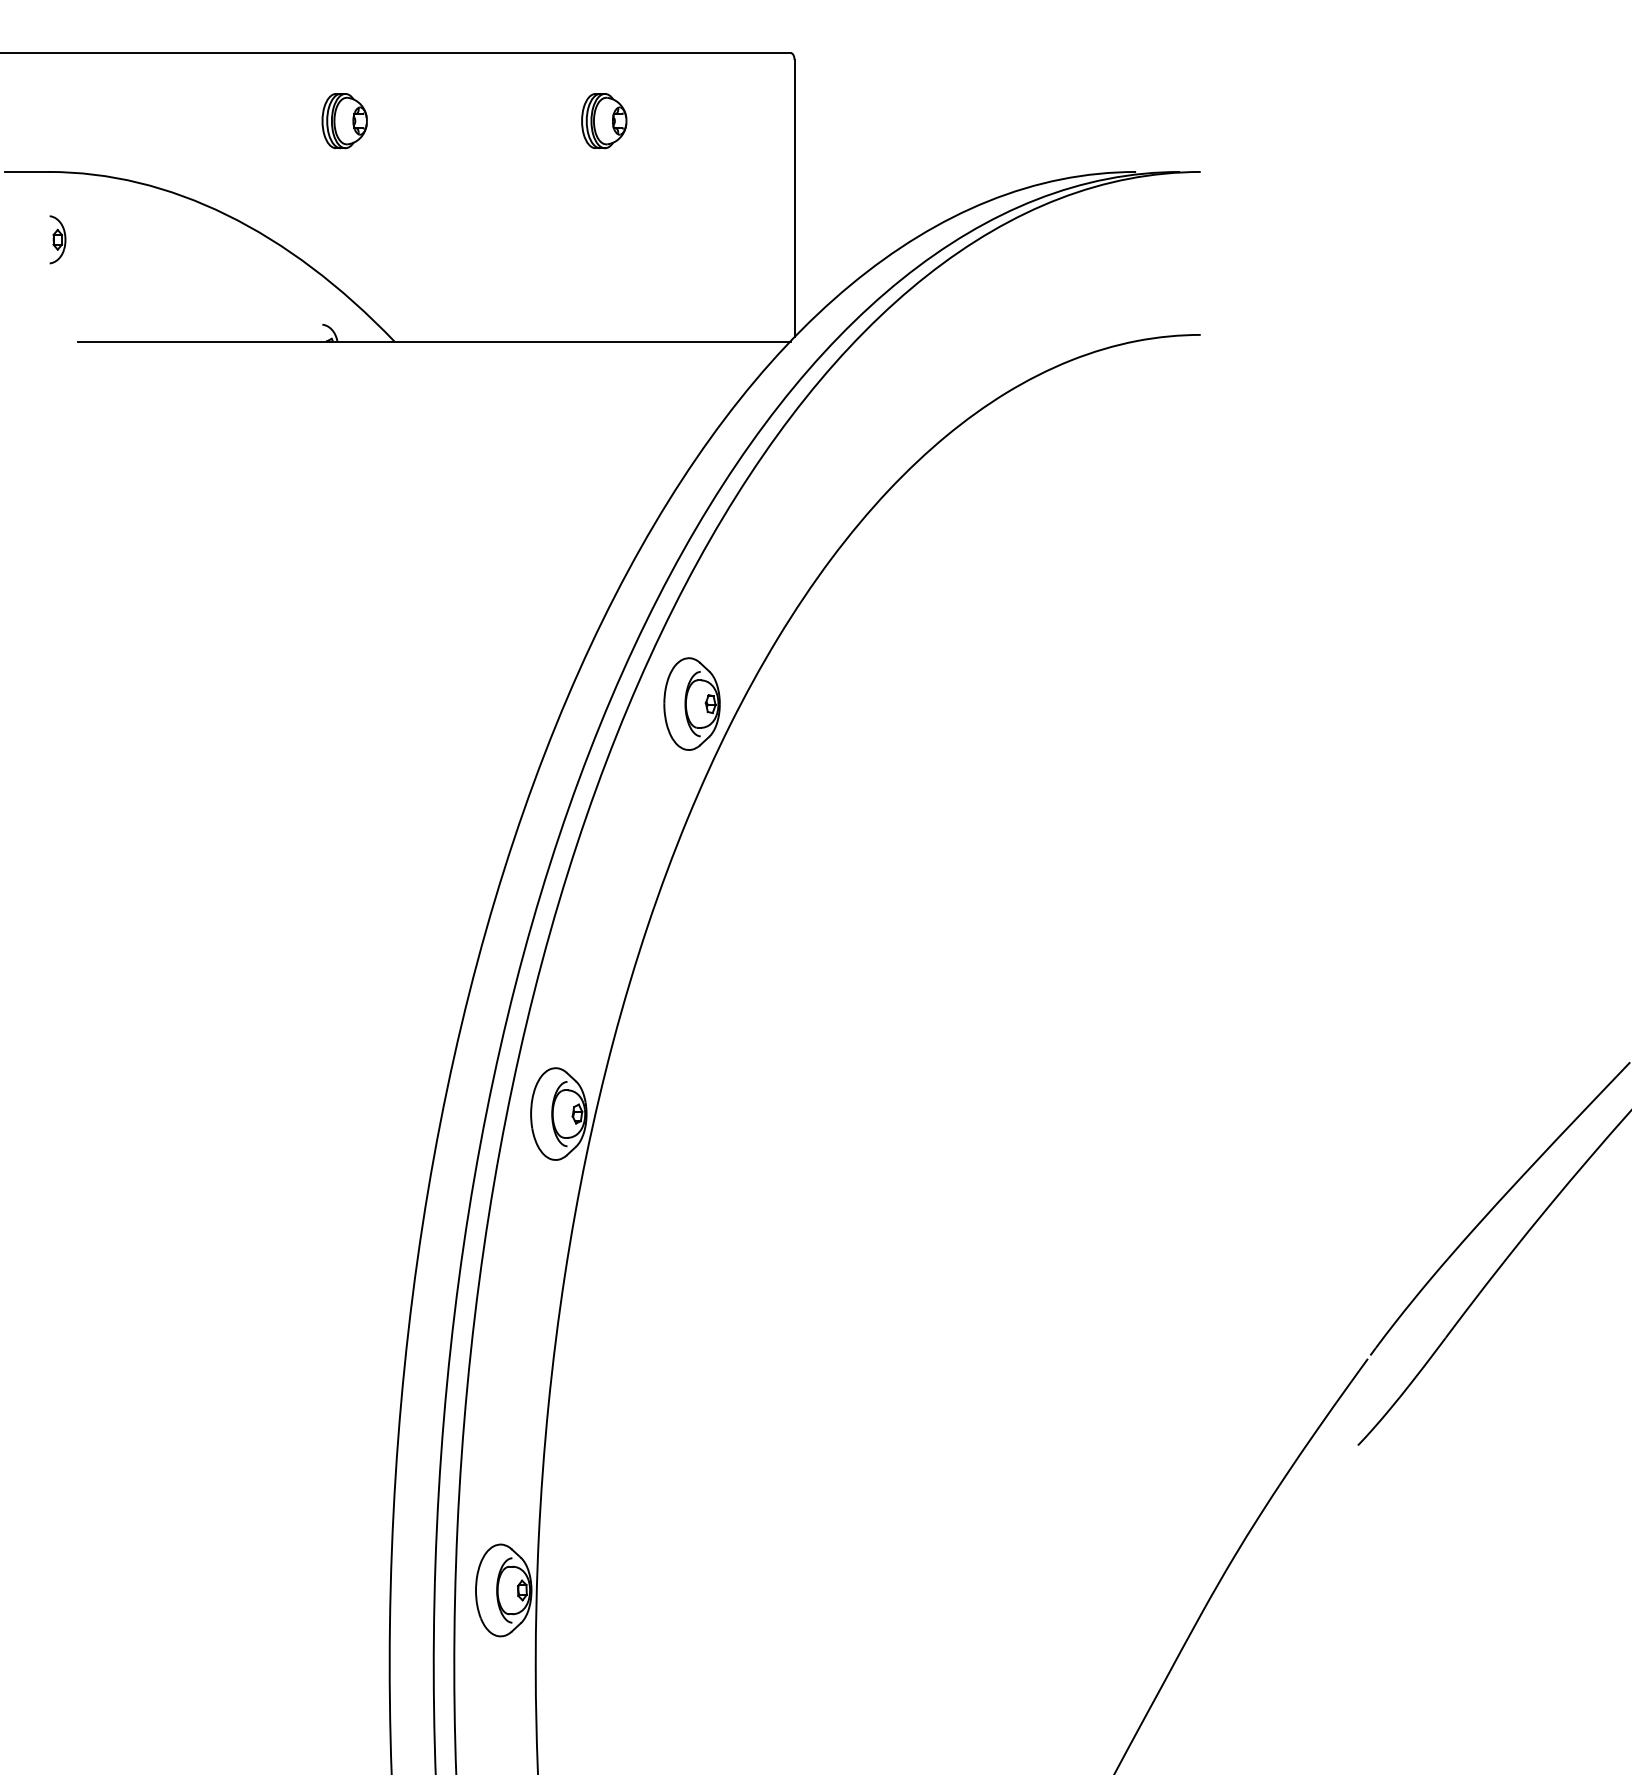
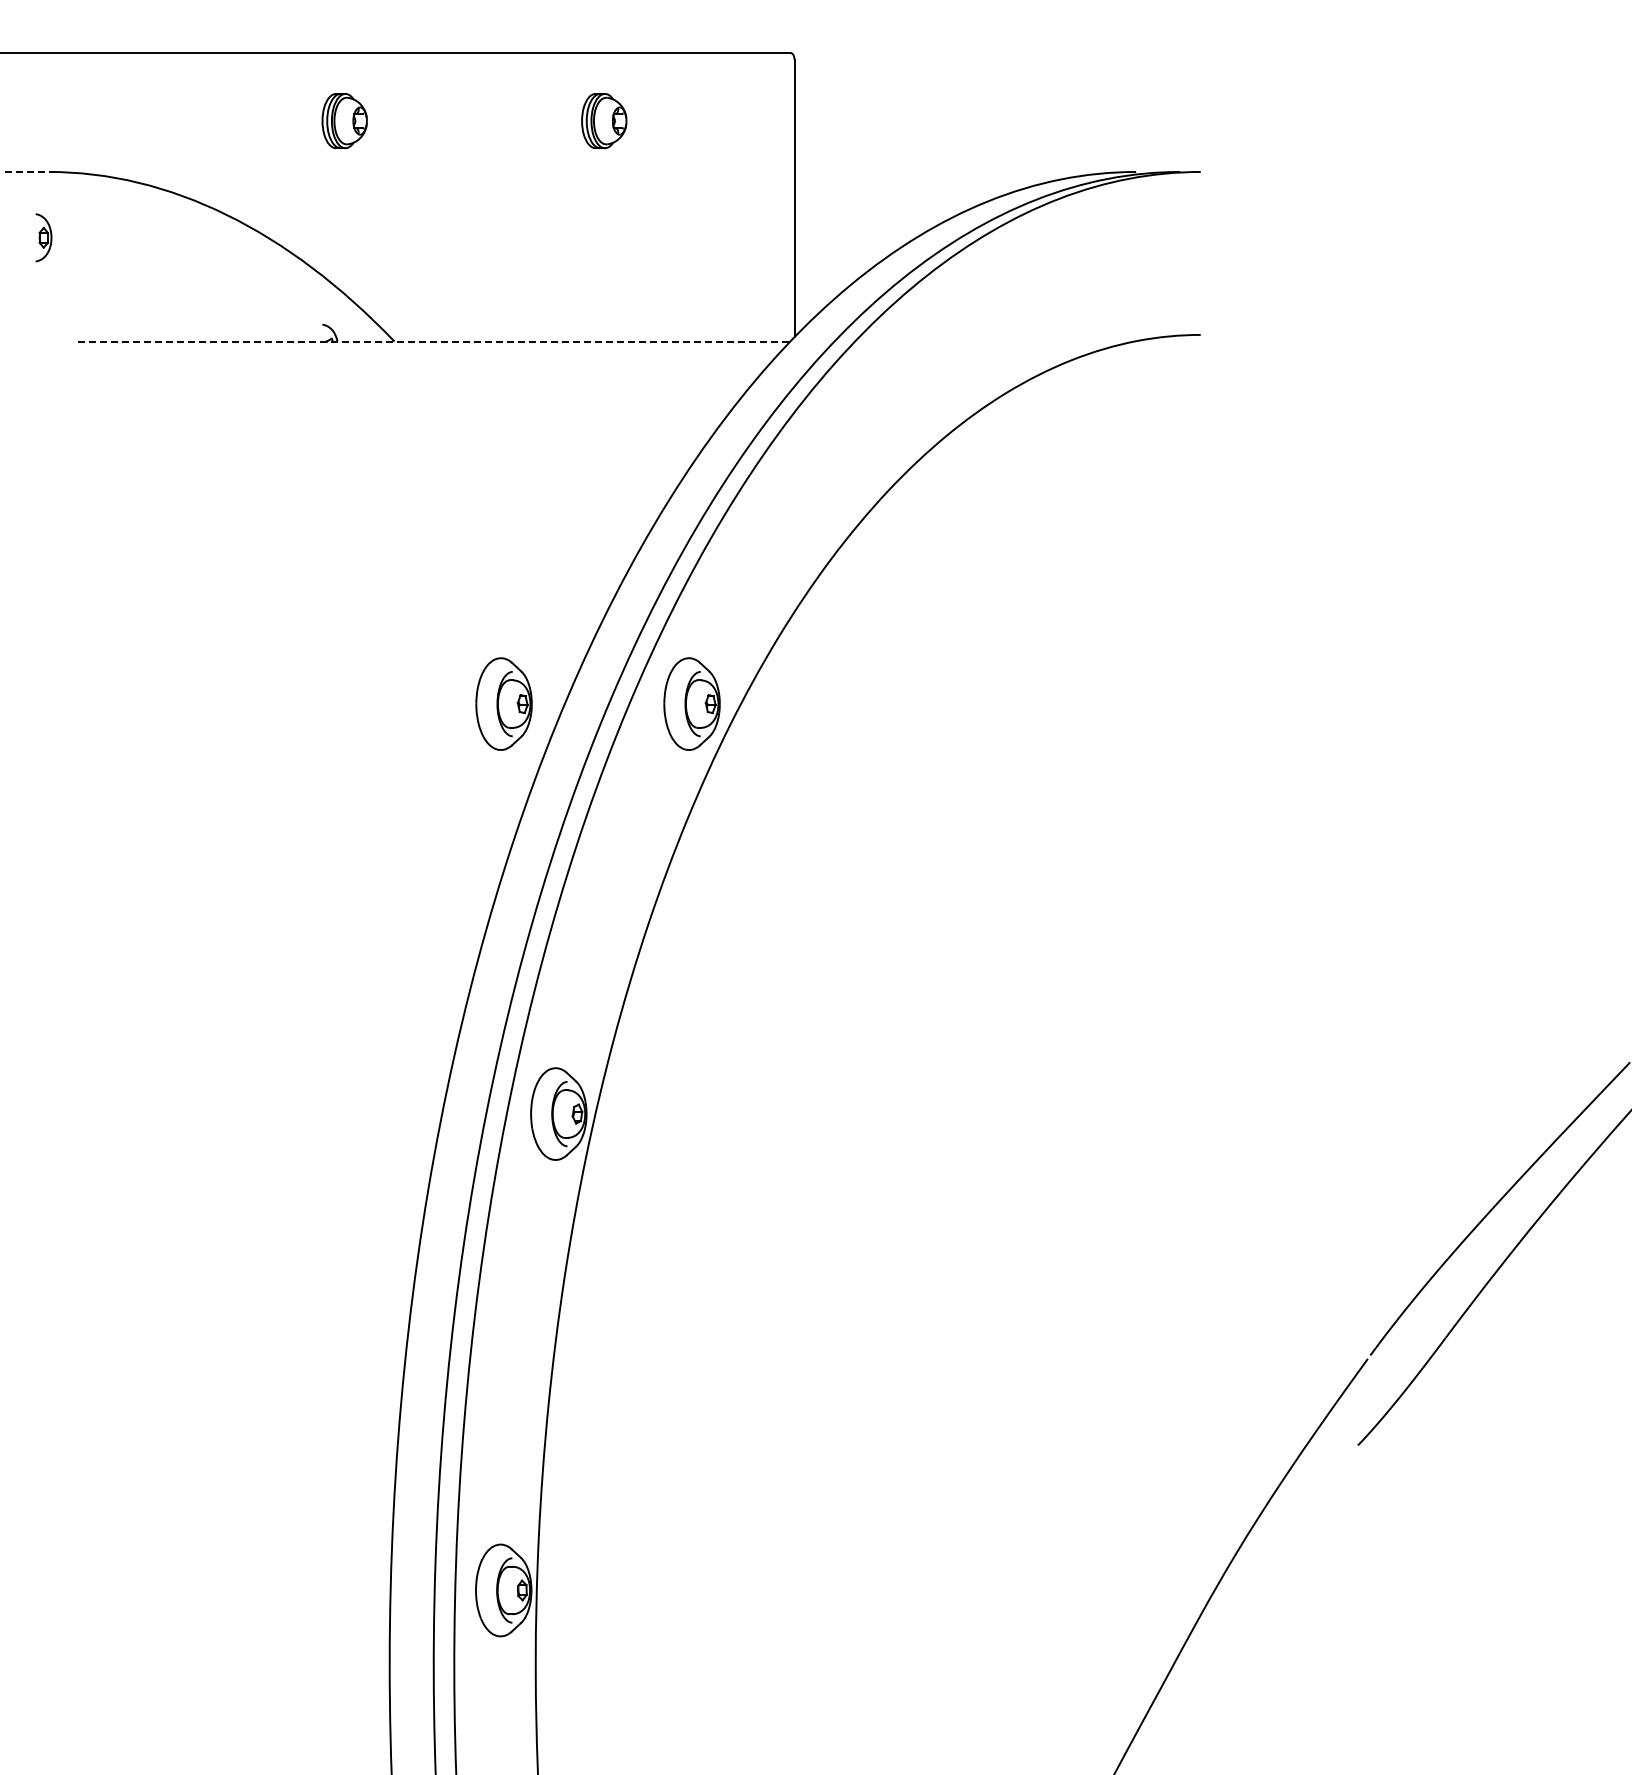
line at (27, 171): solid -> dashed
part at (57, 239) position: (57, 239) -> (43, 237)
line at (434, 341): solid -> dashed
part at (503, 703): none -> present
